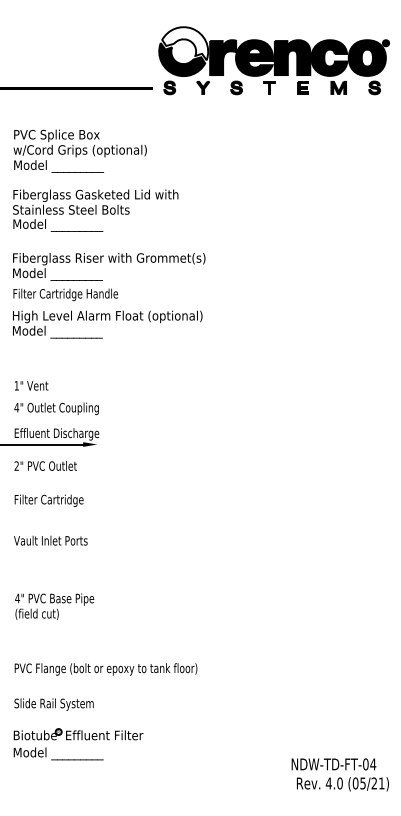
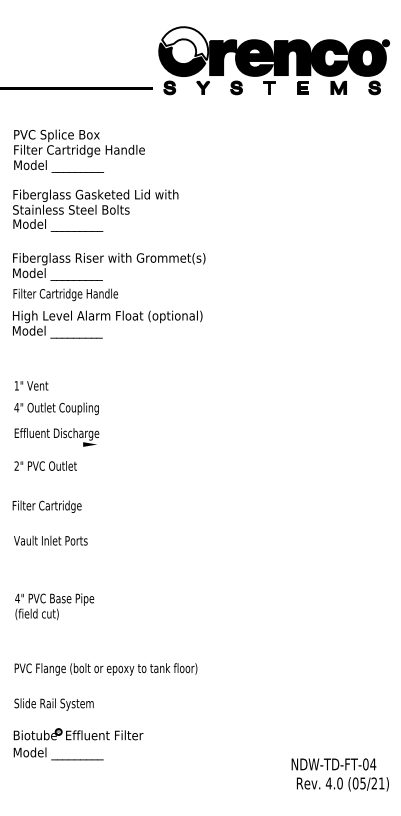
text at (79, 150): w/Cord Grips (optional) -> Filter Cartridge Handle
line at (42, 444): present -> none
text at (48, 500) position: (48, 500) -> (46, 506)
